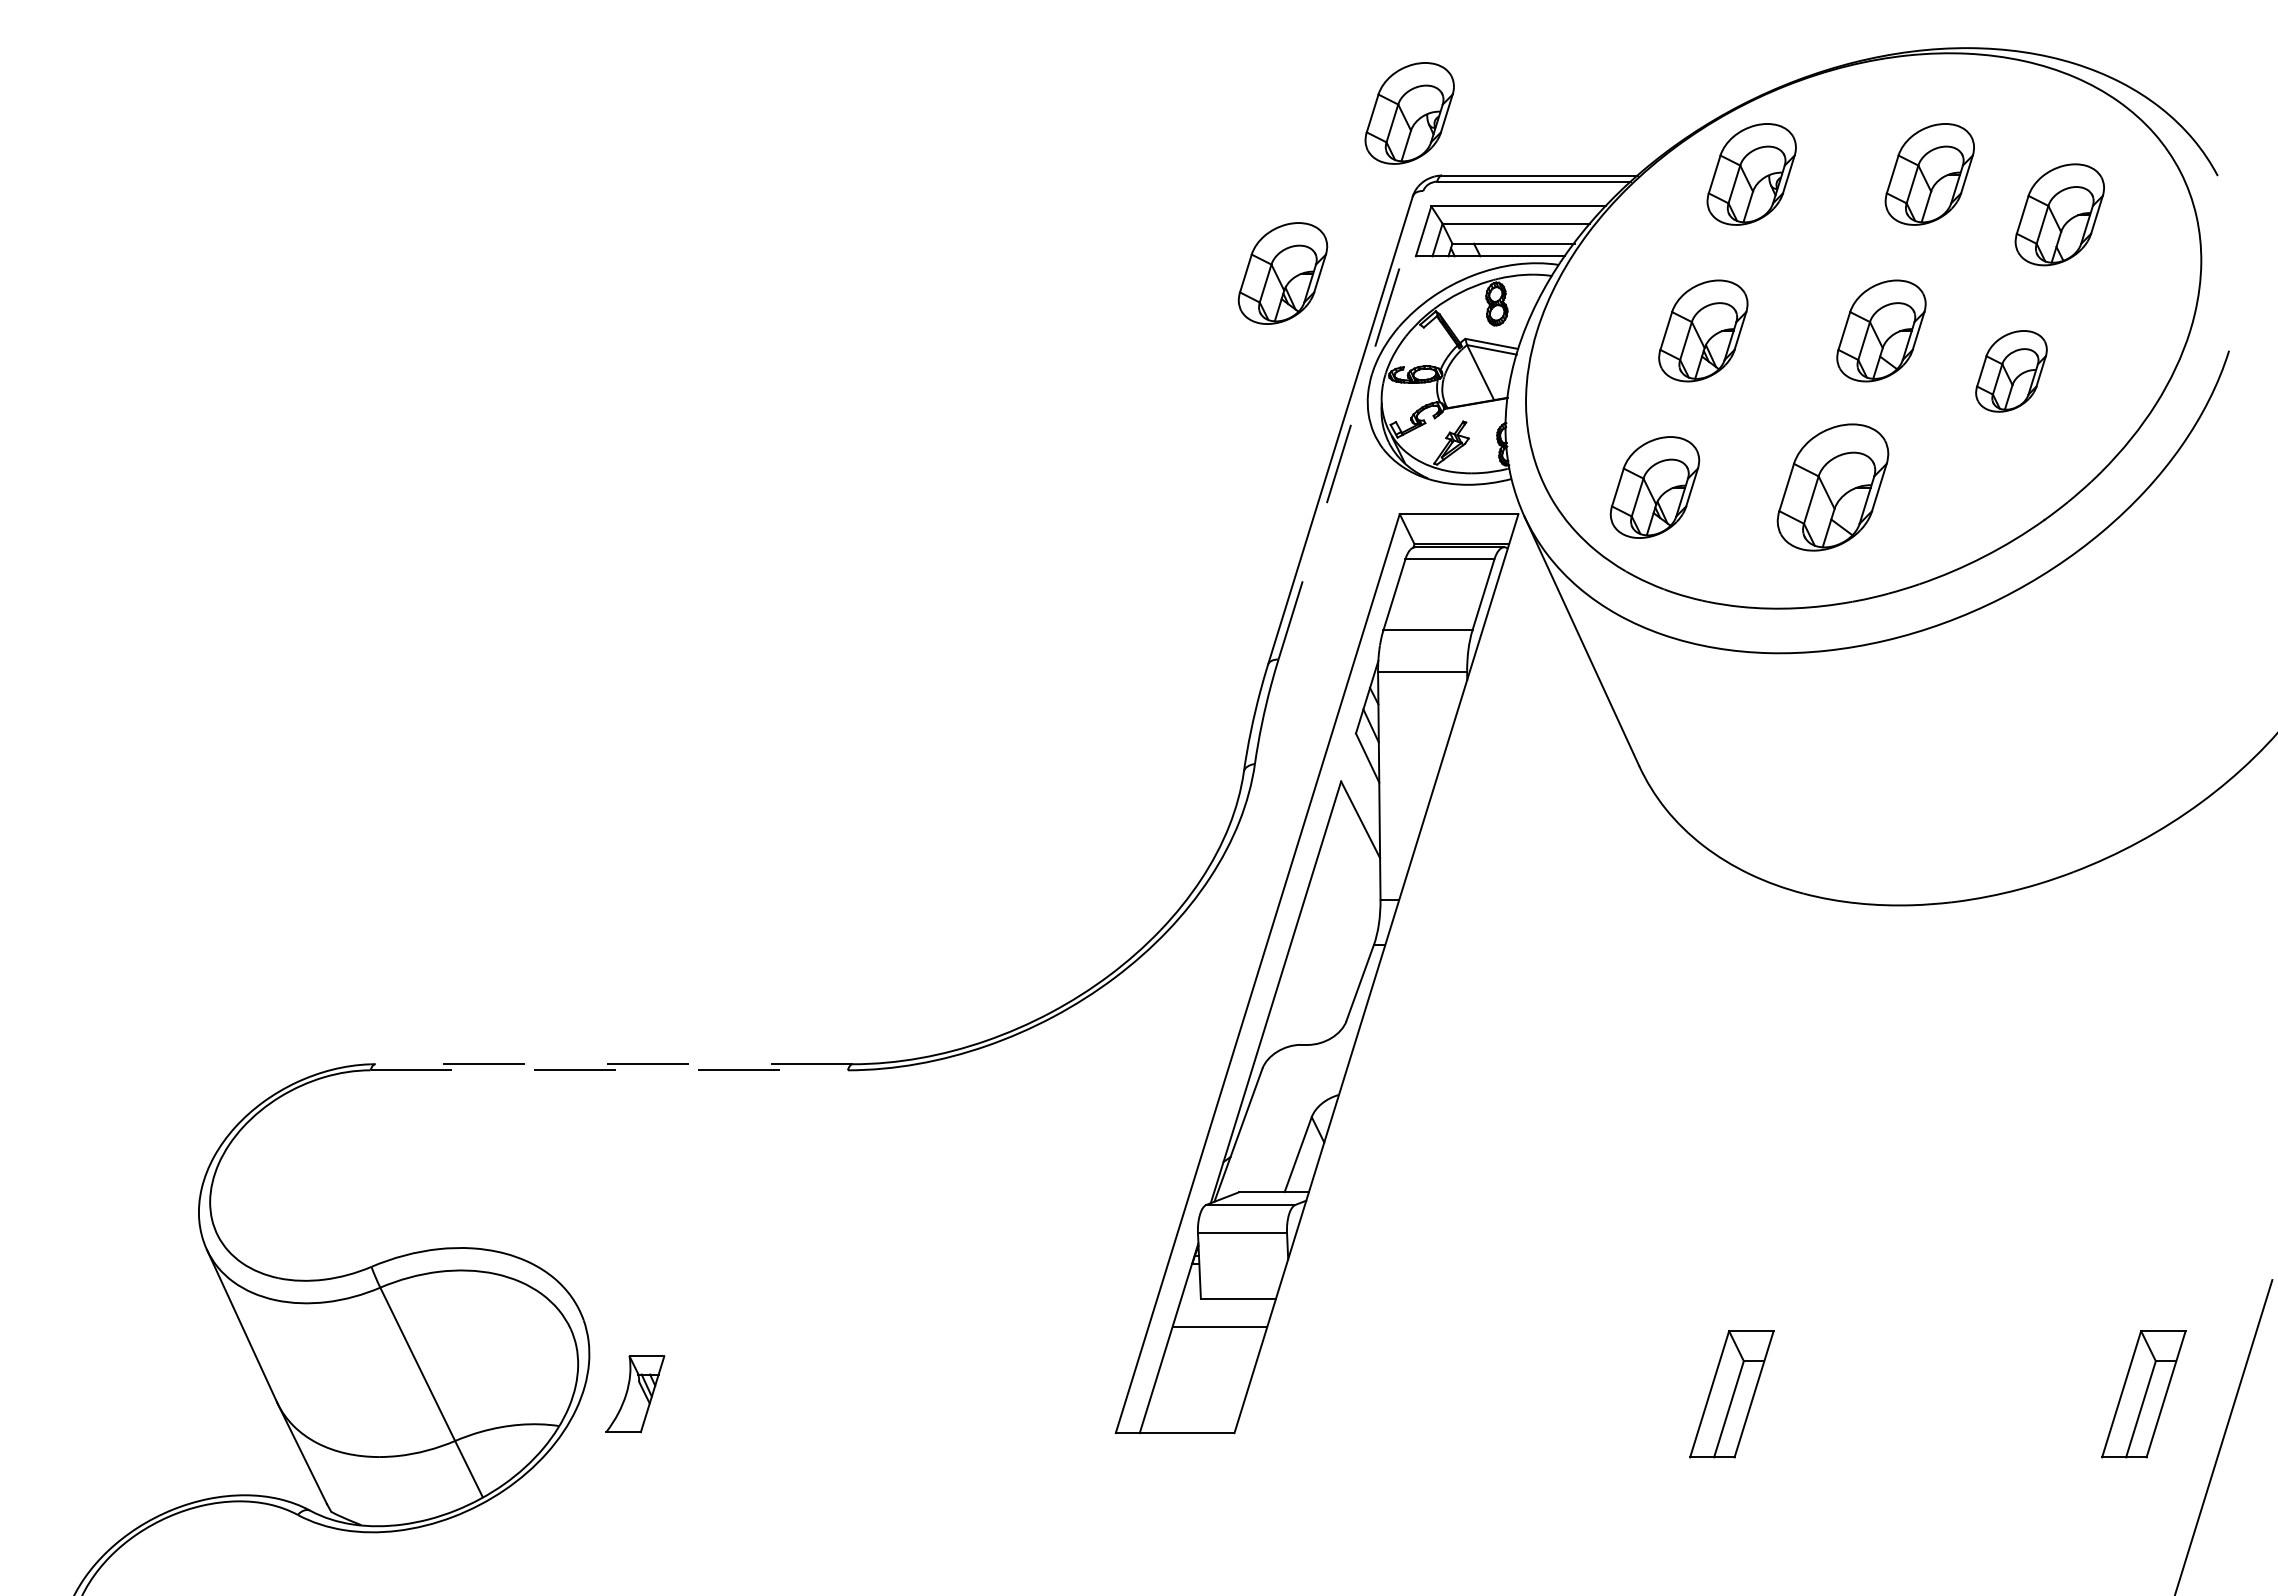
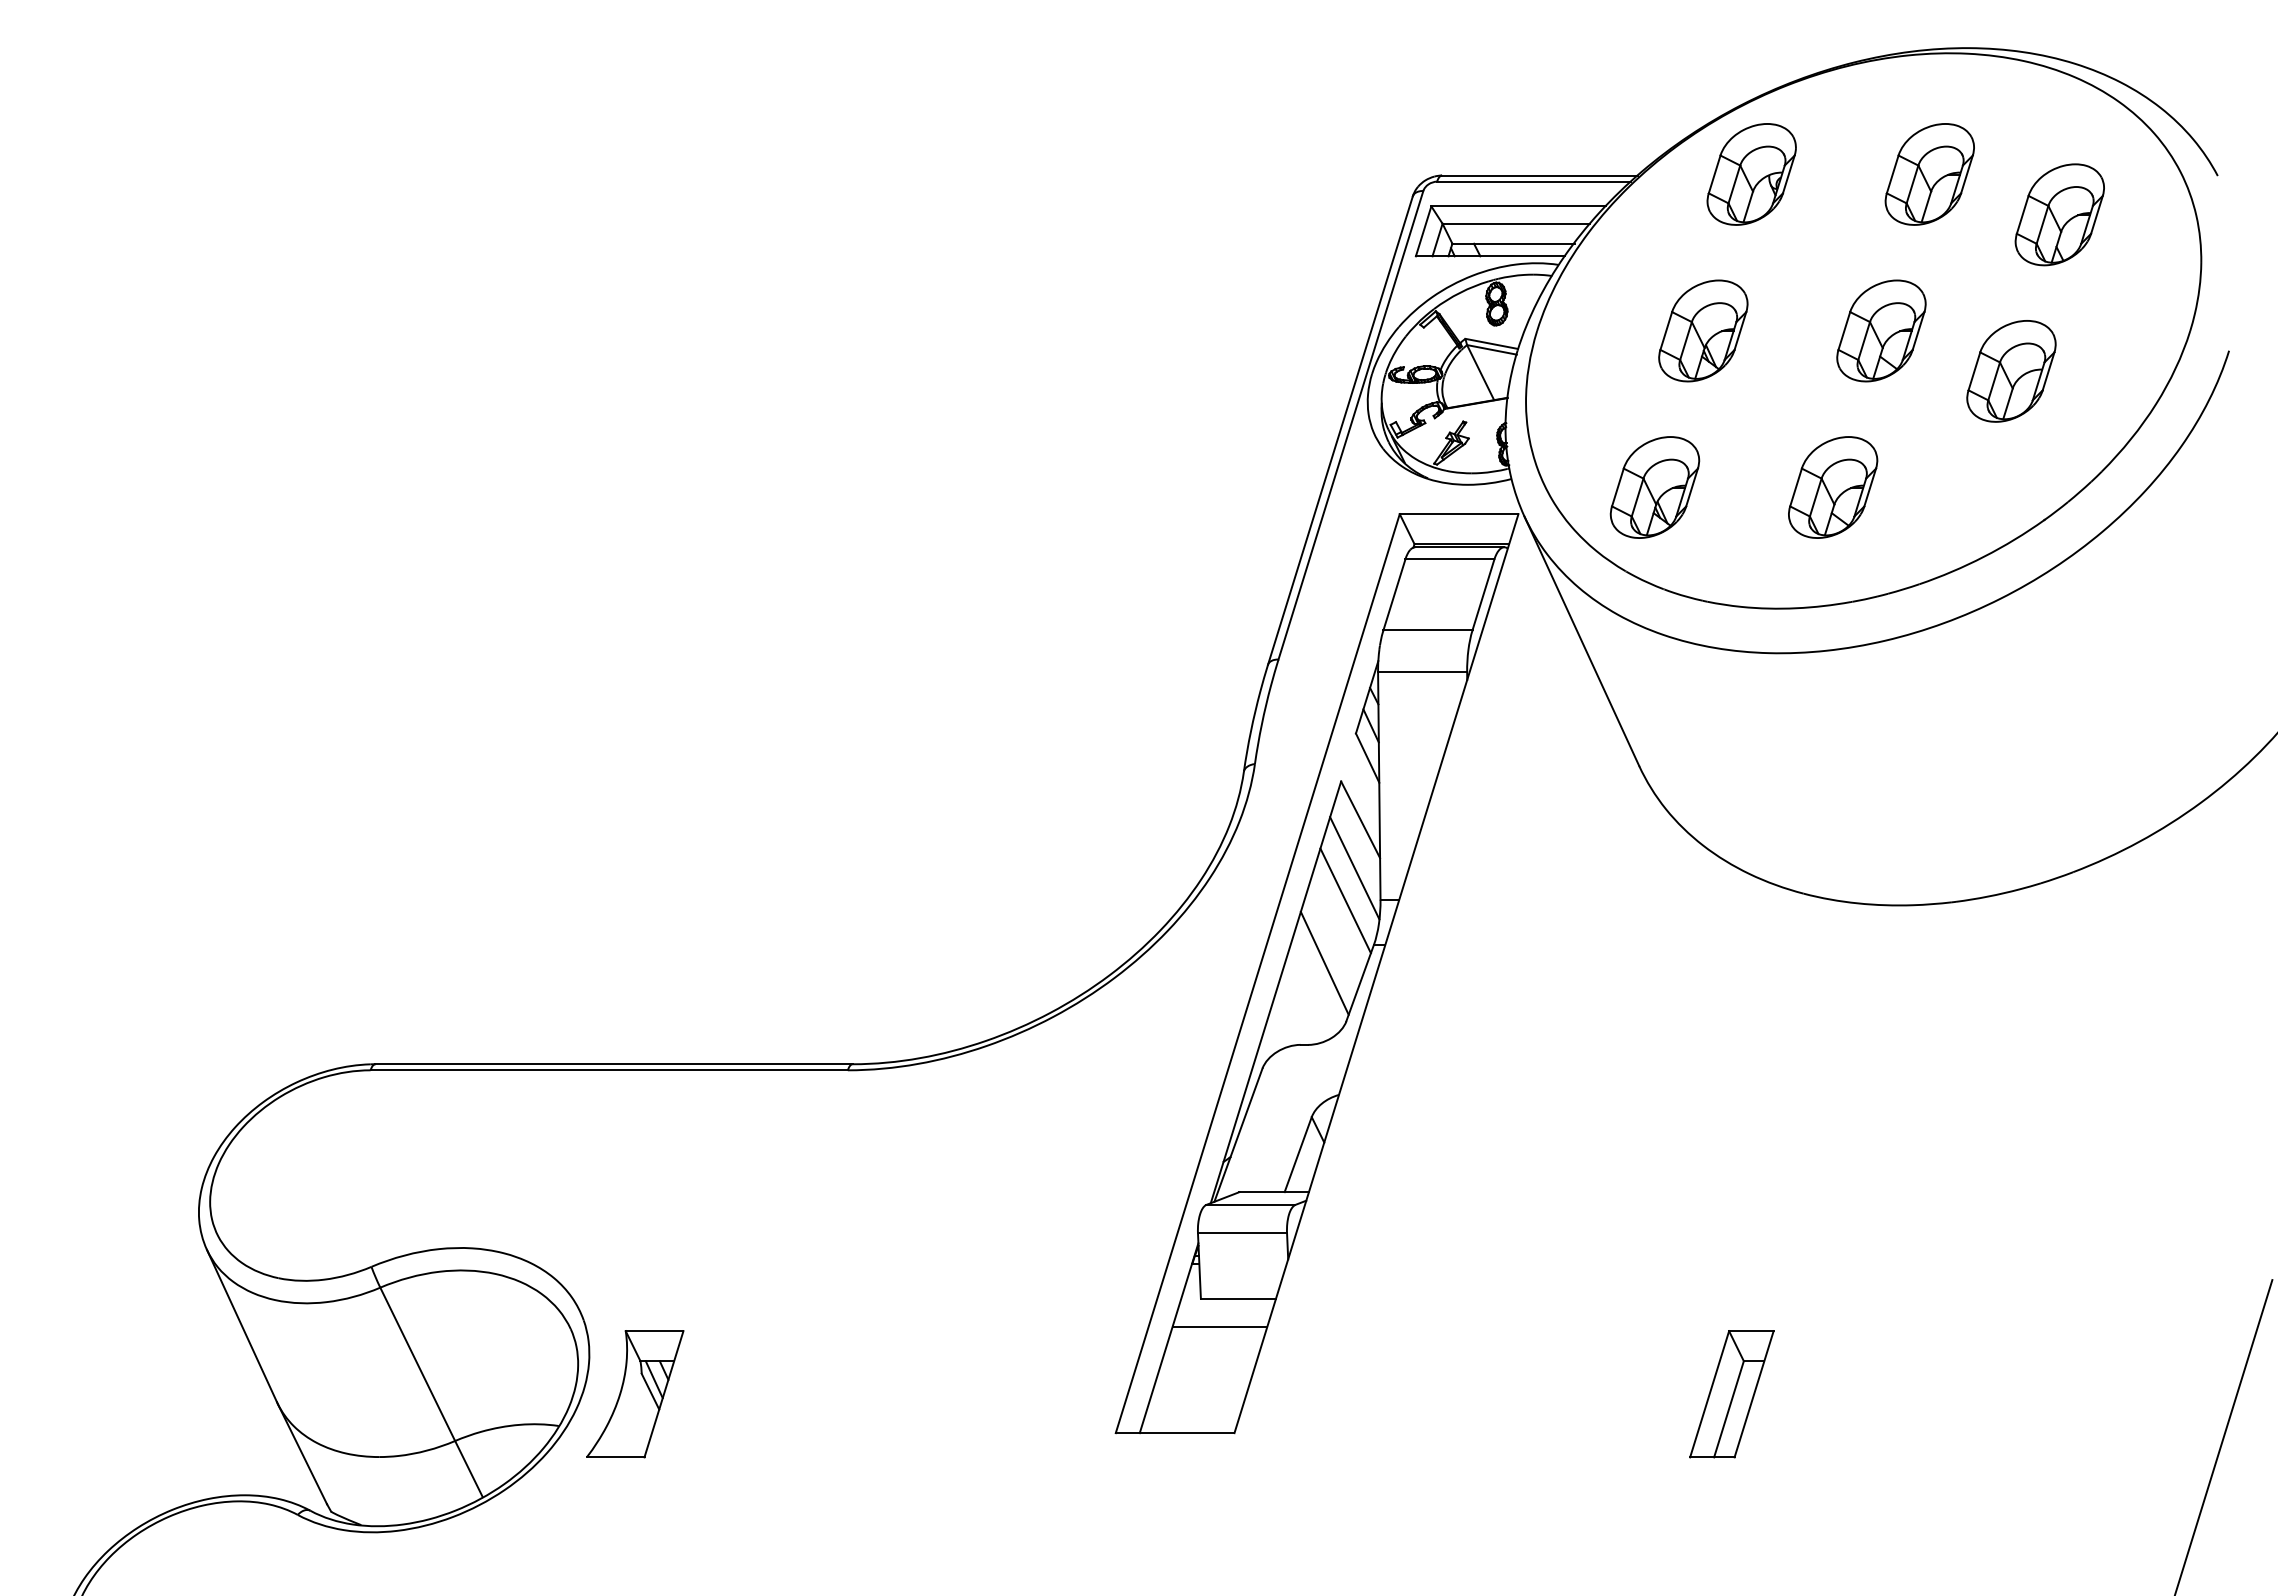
part at (1409, 113): present -> none
part at (1282, 273): present -> none
part at (2011, 371) size: 73x83 px -> 91x103 px
line at (1351, 424): dashed -> solid
part at (1832, 487) size: 114x129 px -> 91x103 px
line at (1354, 868): none -> present
line at (1345, 900): none -> present
line at (1324, 962): none -> present
line at (614, 1064): dashed -> solid
line at (609, 1070): dashed -> solid
part at (635, 1394) size: 61x79 px -> 99x129 px
part at (2143, 1394): present -> none
